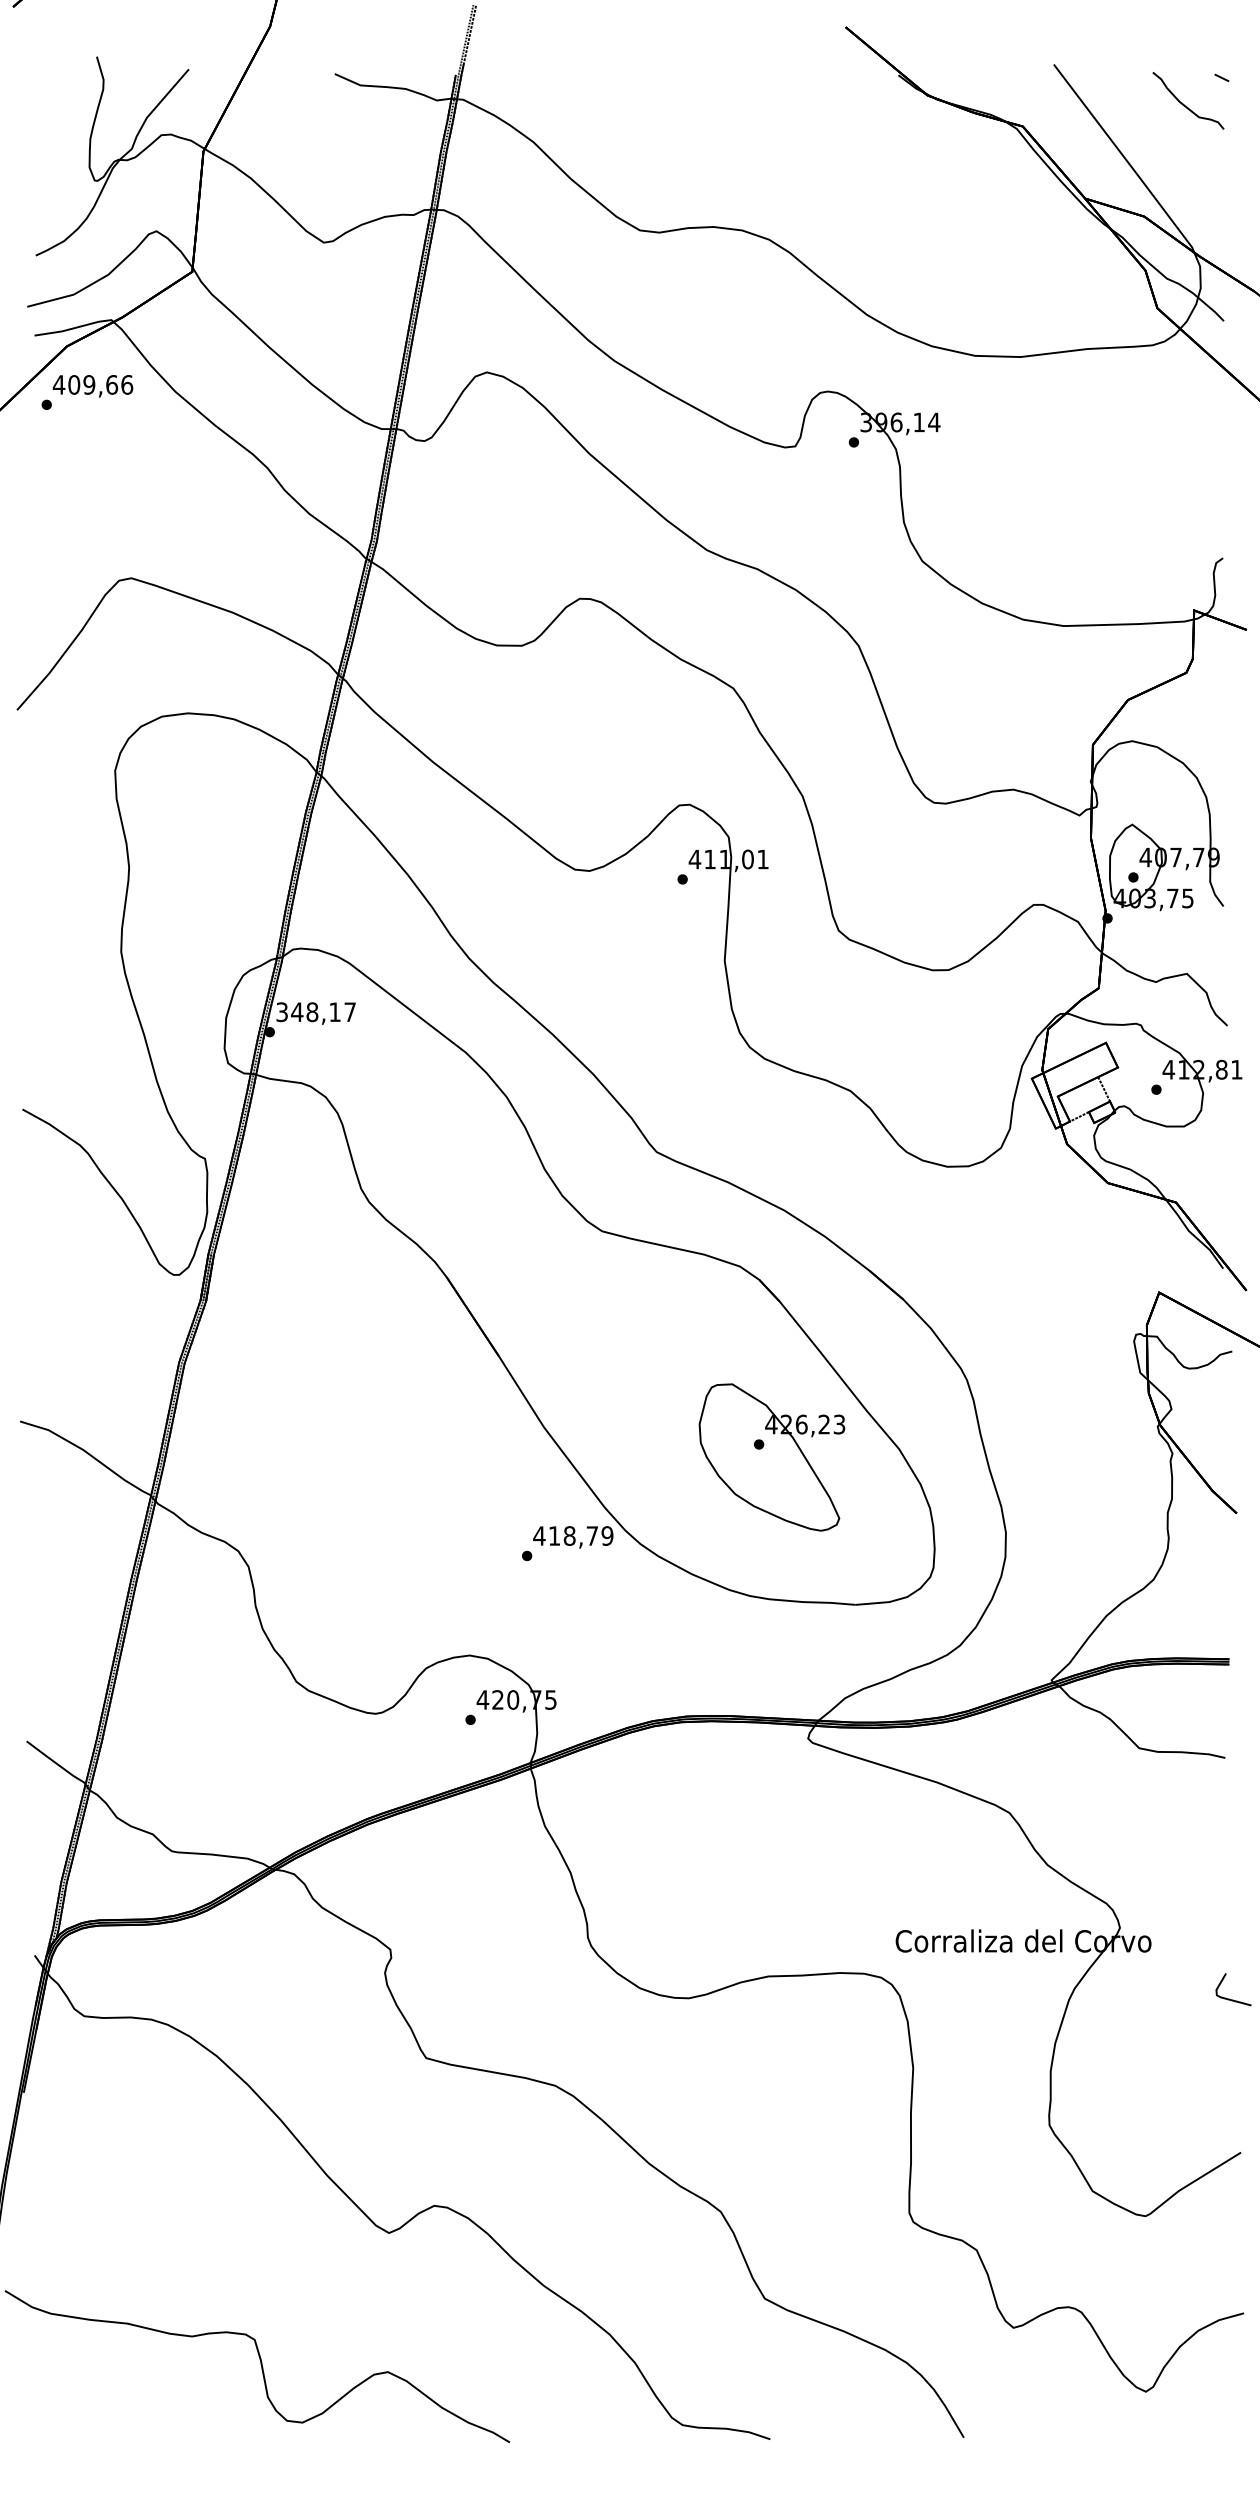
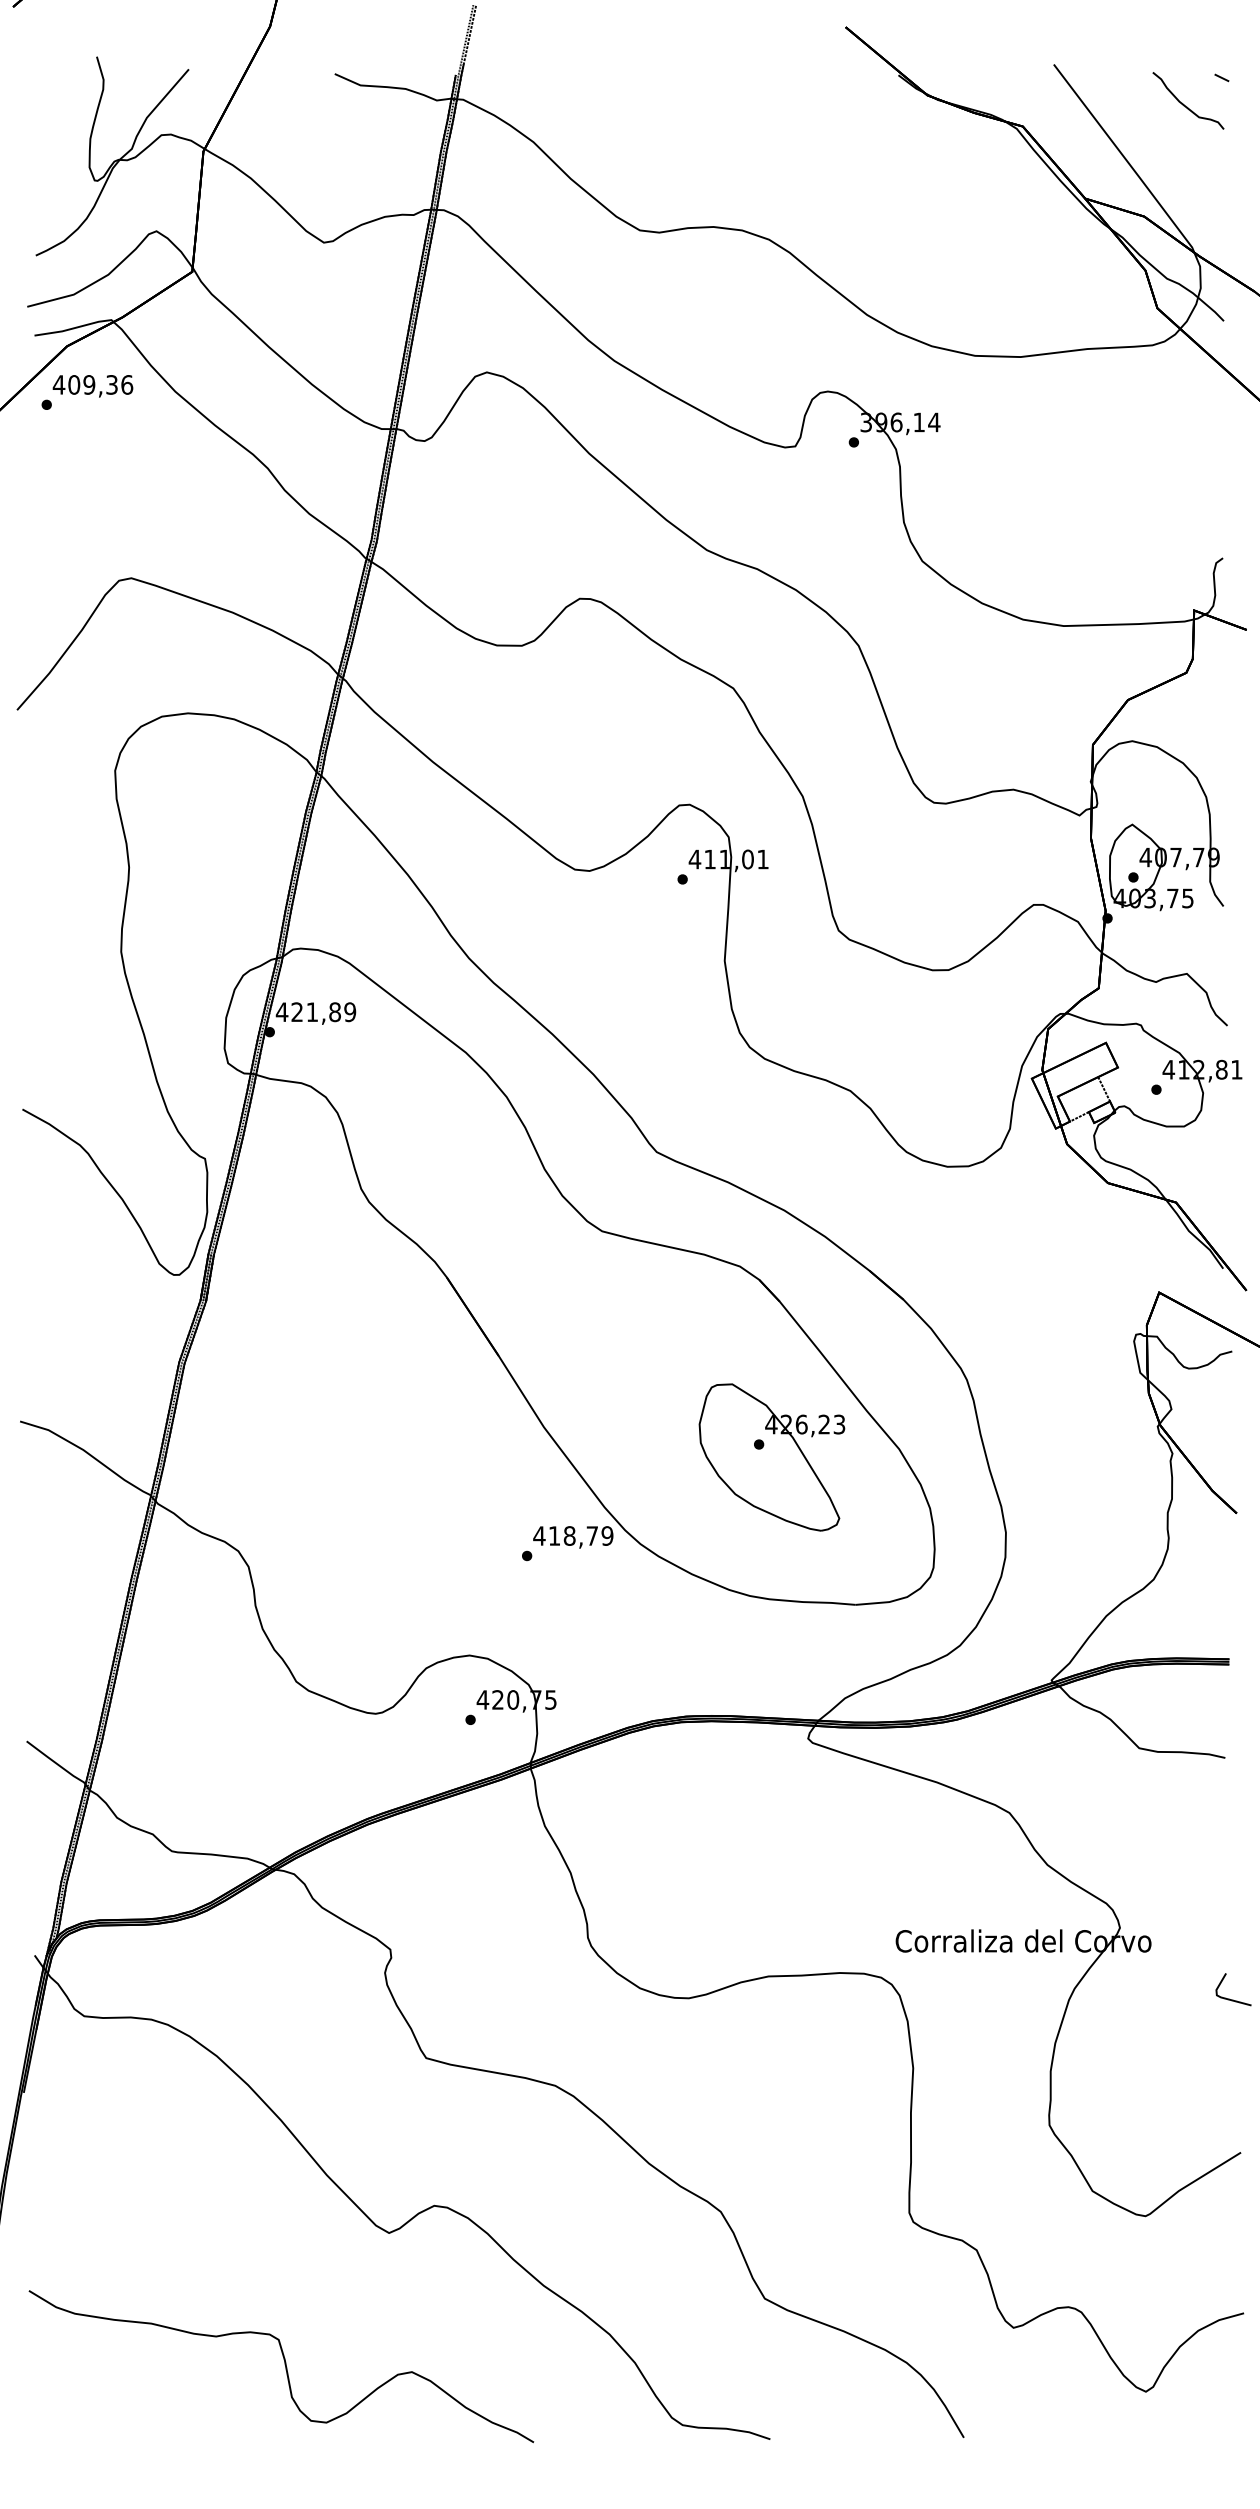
text at (112, 384): 409,66 -> 409,36
text at (315, 1012): 348,17 -> 421,89
part at (257, 2366) position: (257, 2366) -> (281, 2366)
